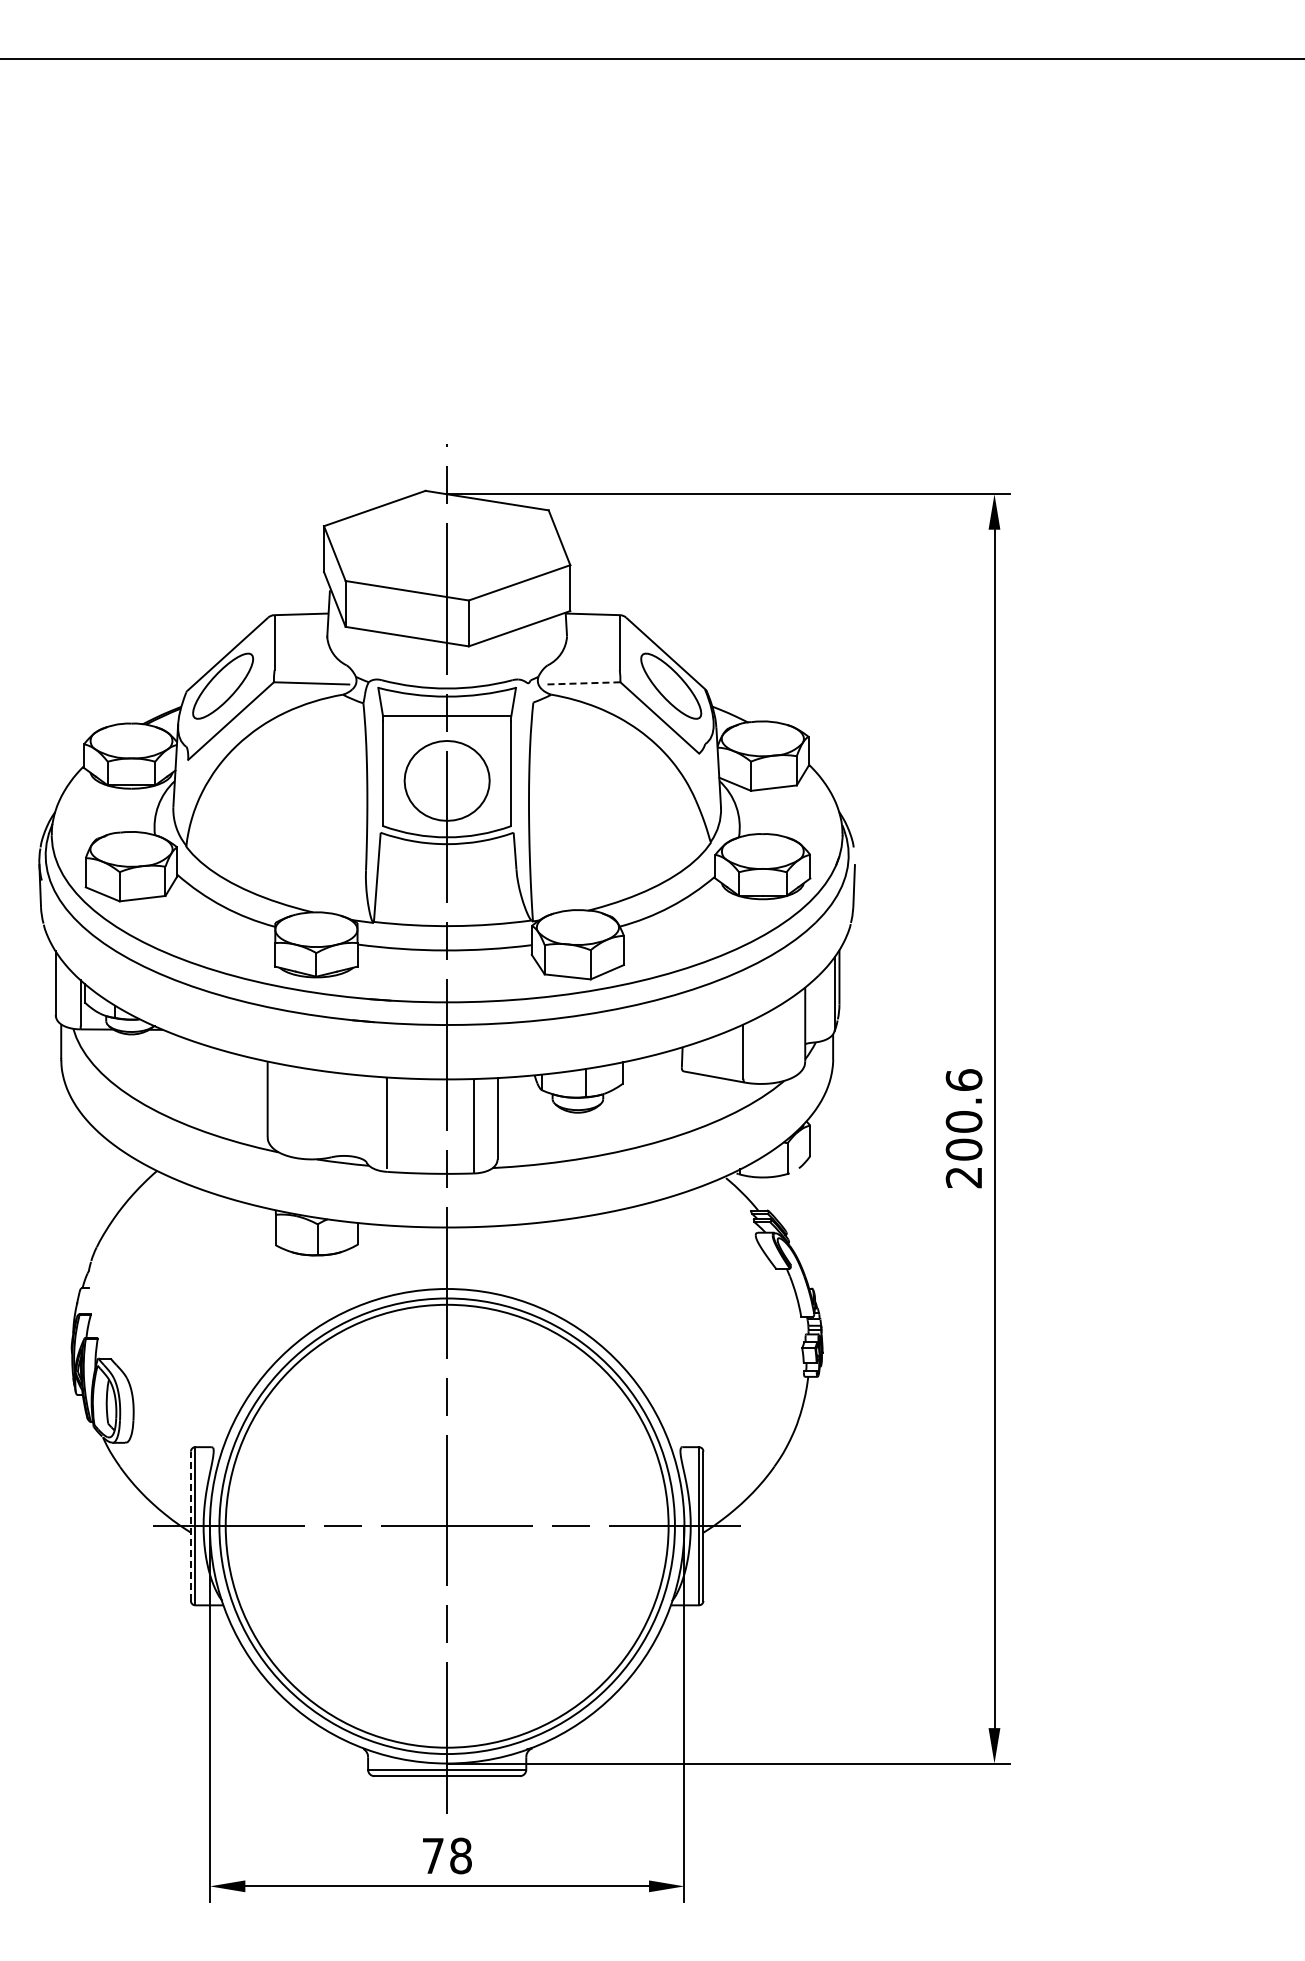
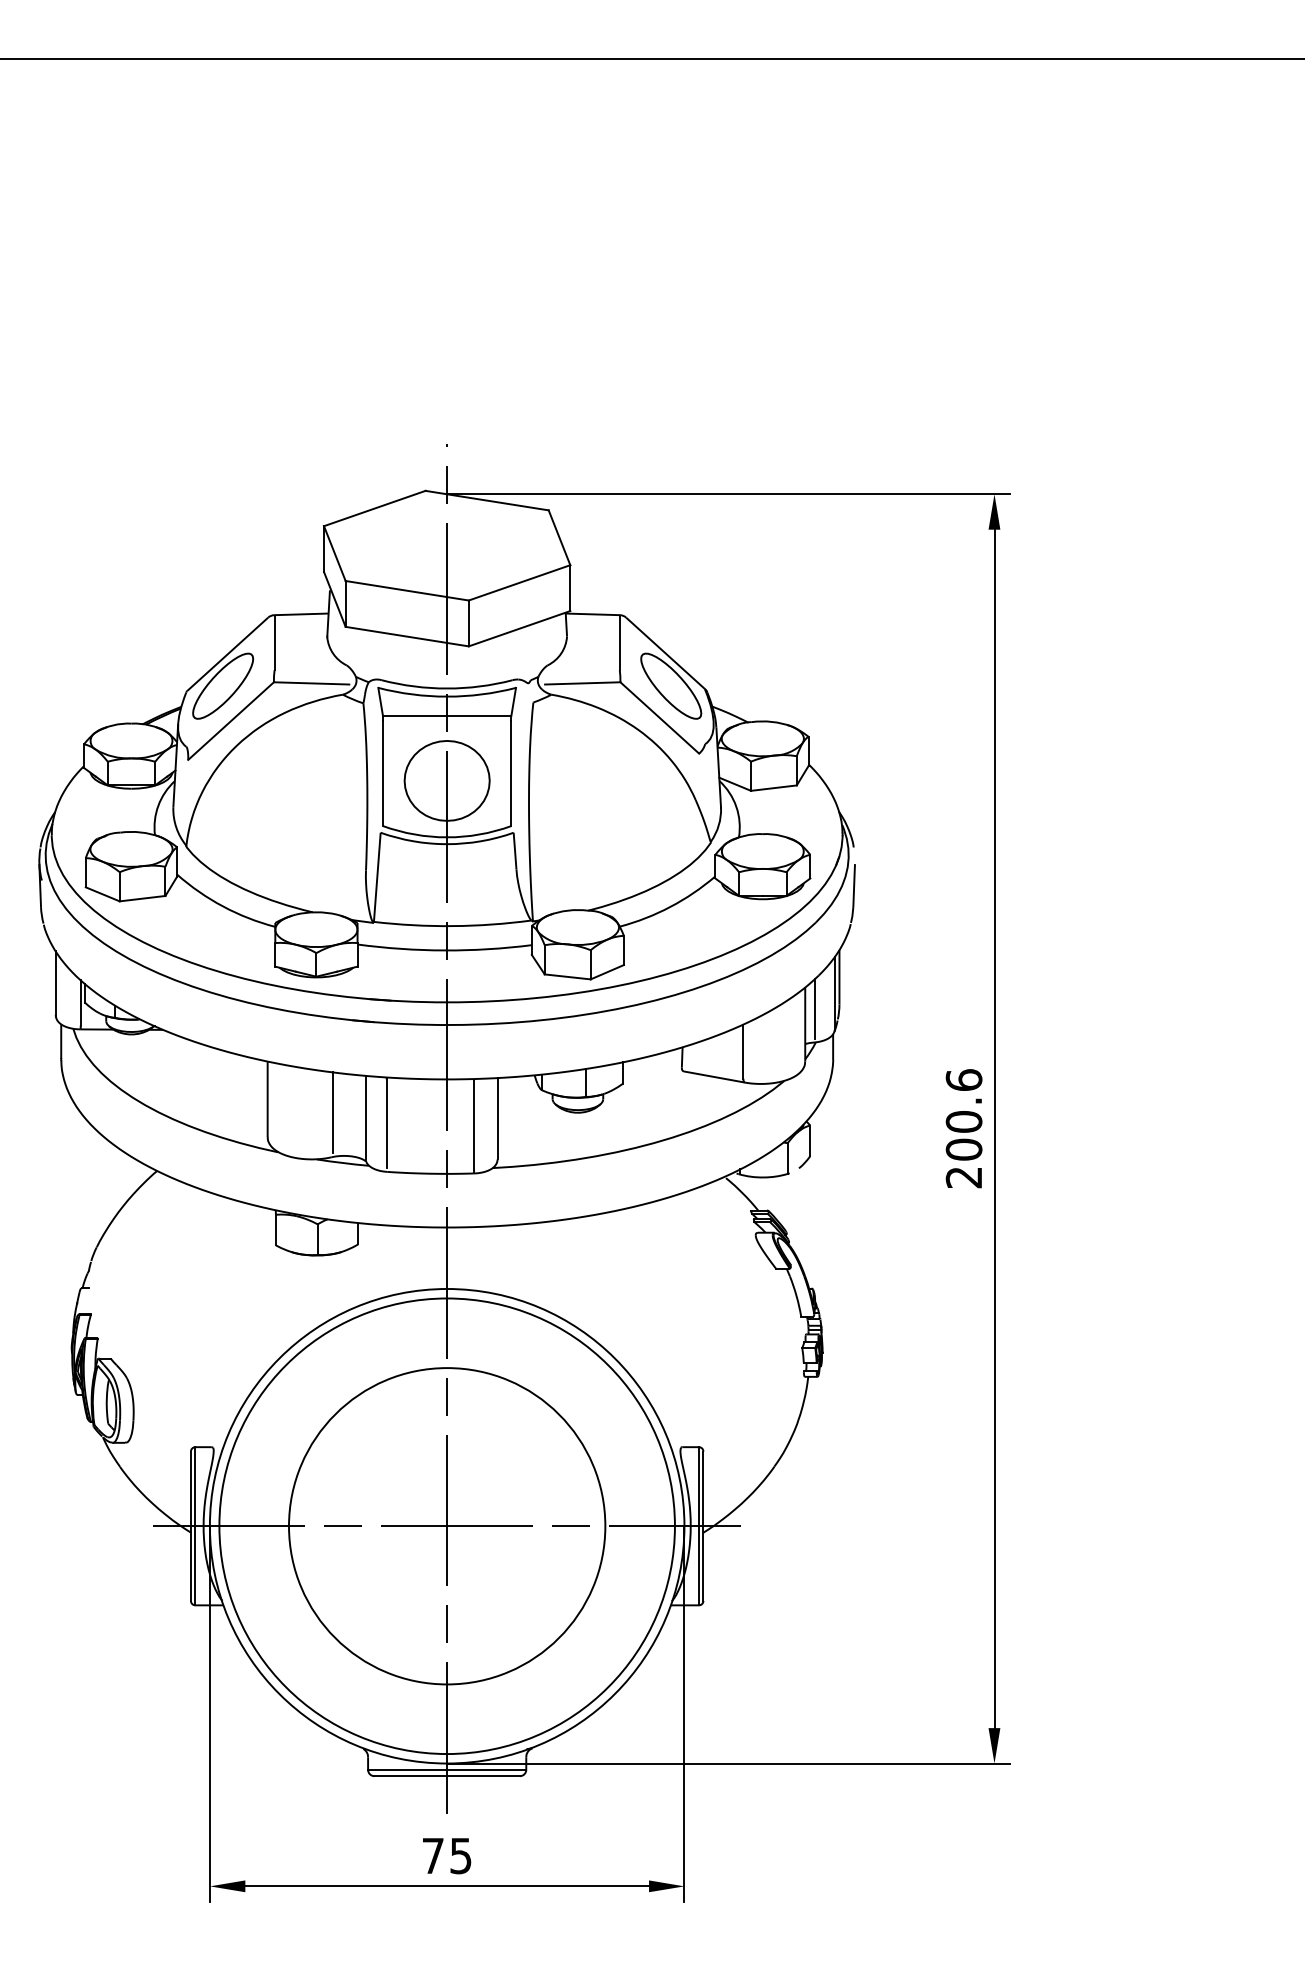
line at (582, 683): dashed -> solid
line at (814, 1008): none -> present
line at (333, 1112): none -> present
line at (365, 1117): none -> present
circle at (446, 1525) diameter: 443 px -> 316 px
line at (190, 1526): dashed -> solid
text at (460, 1855): 78 -> 75
